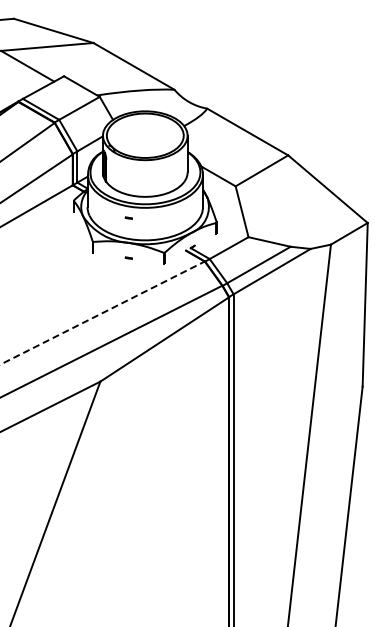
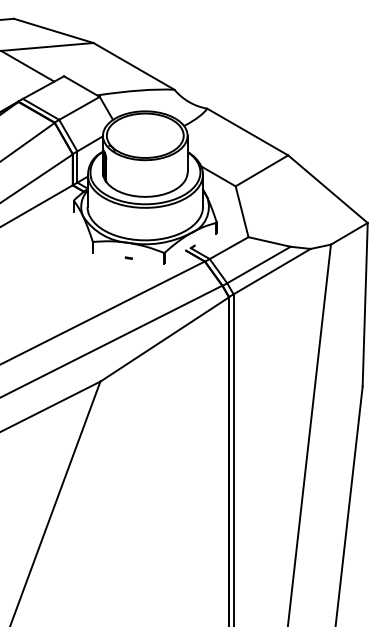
part at (128, 217): present -> none
line at (103, 312): dashed -> solid
